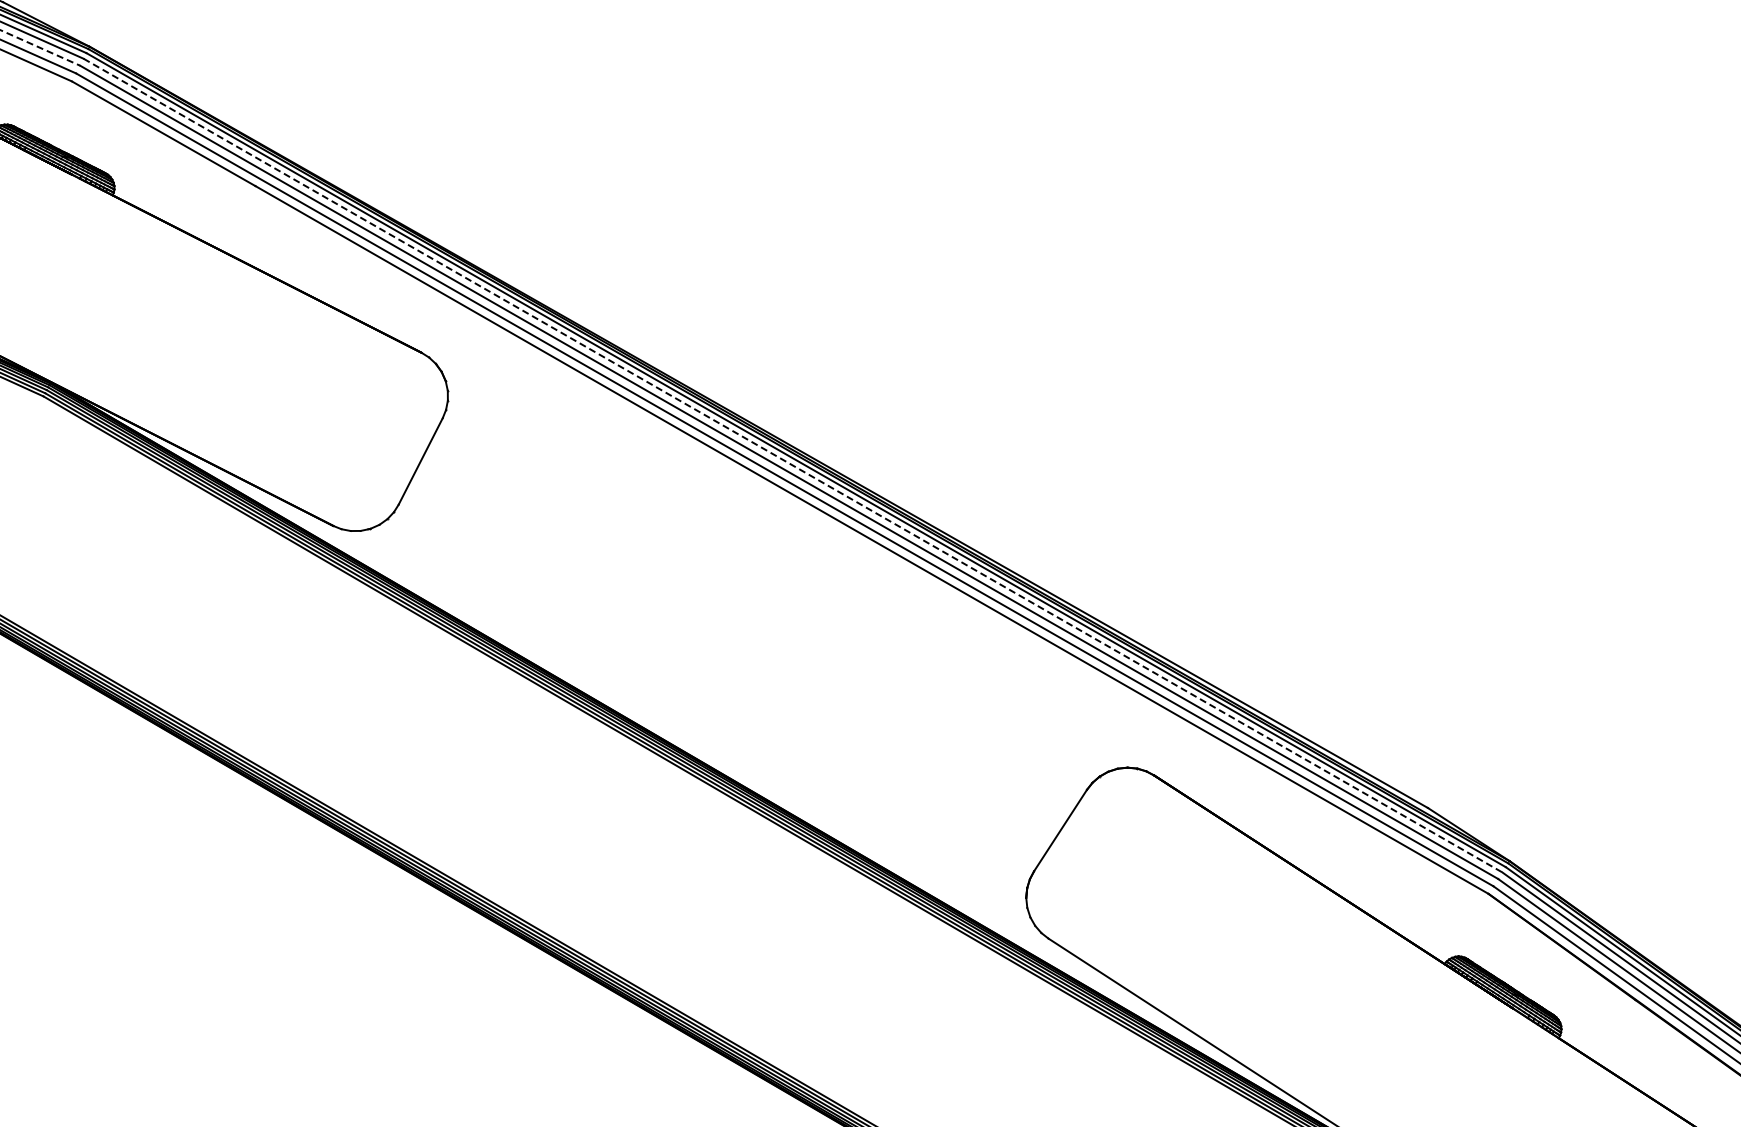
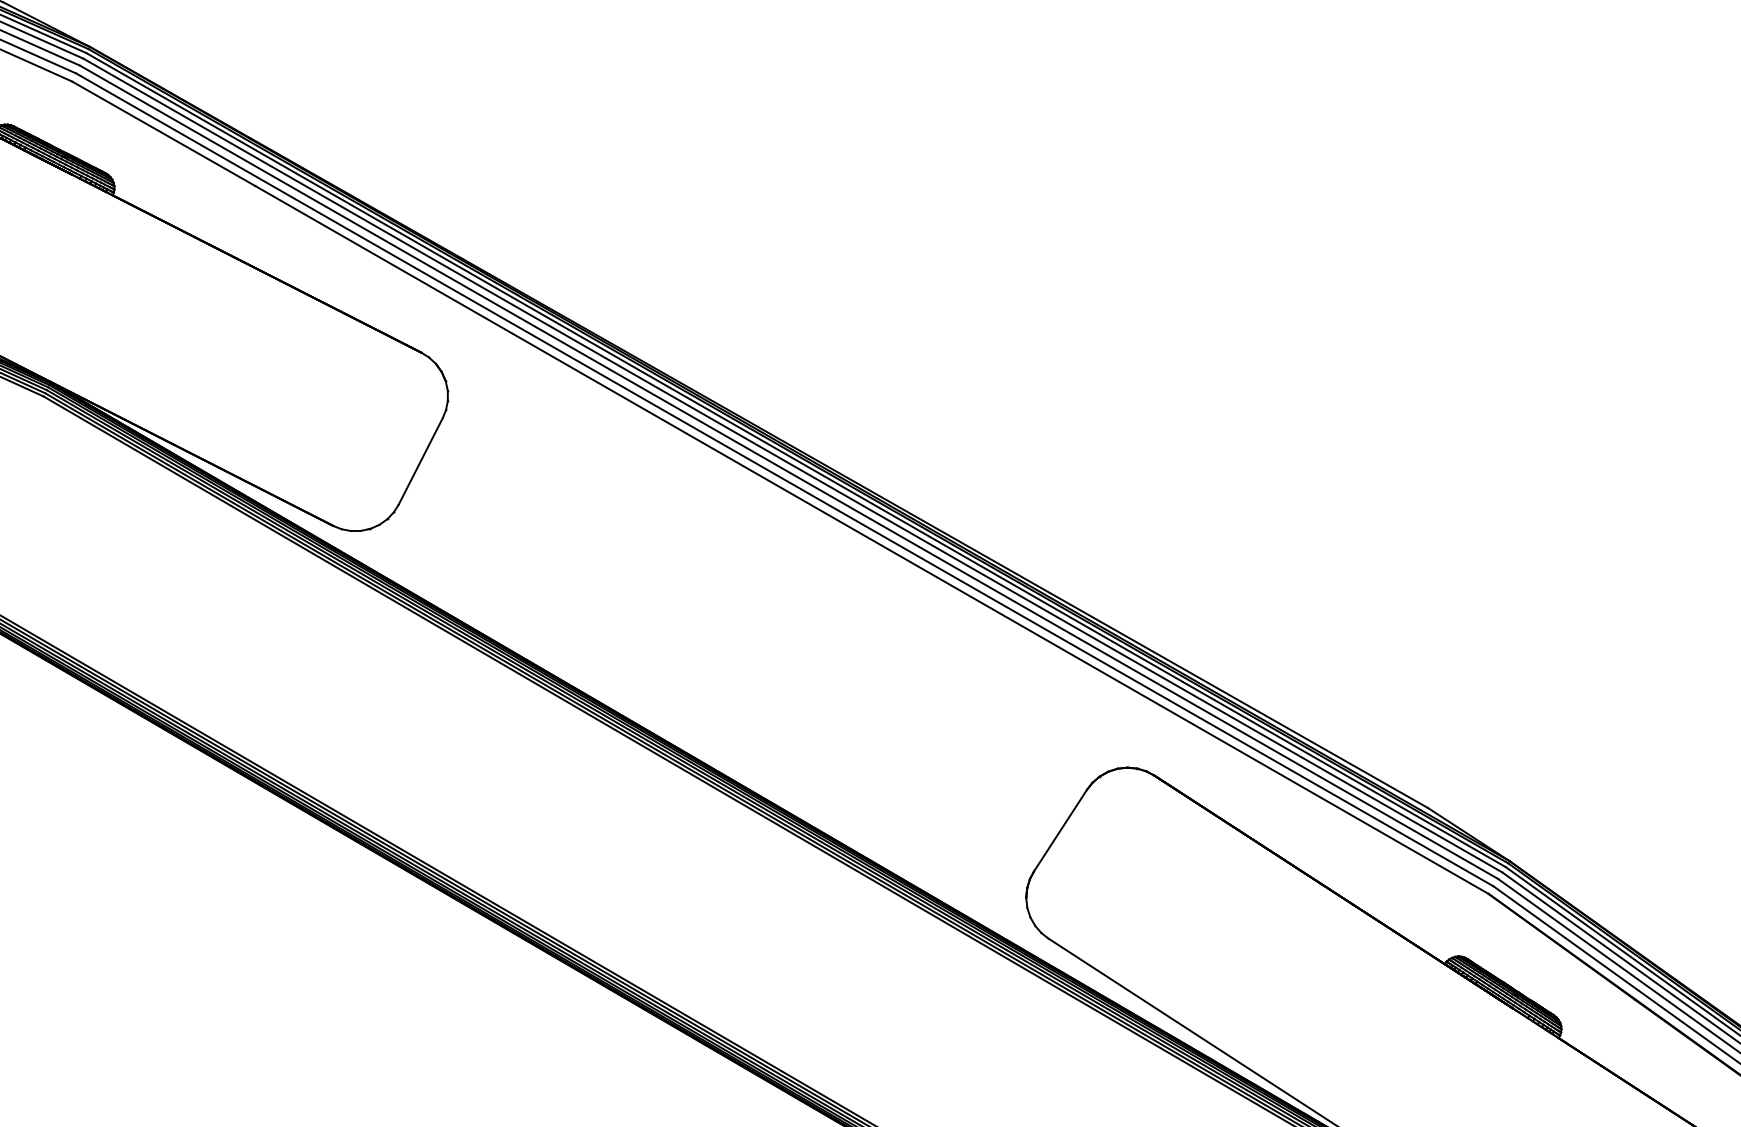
line at (40, 48): dashed -> solid
line at (792, 465): dashed -> solid
